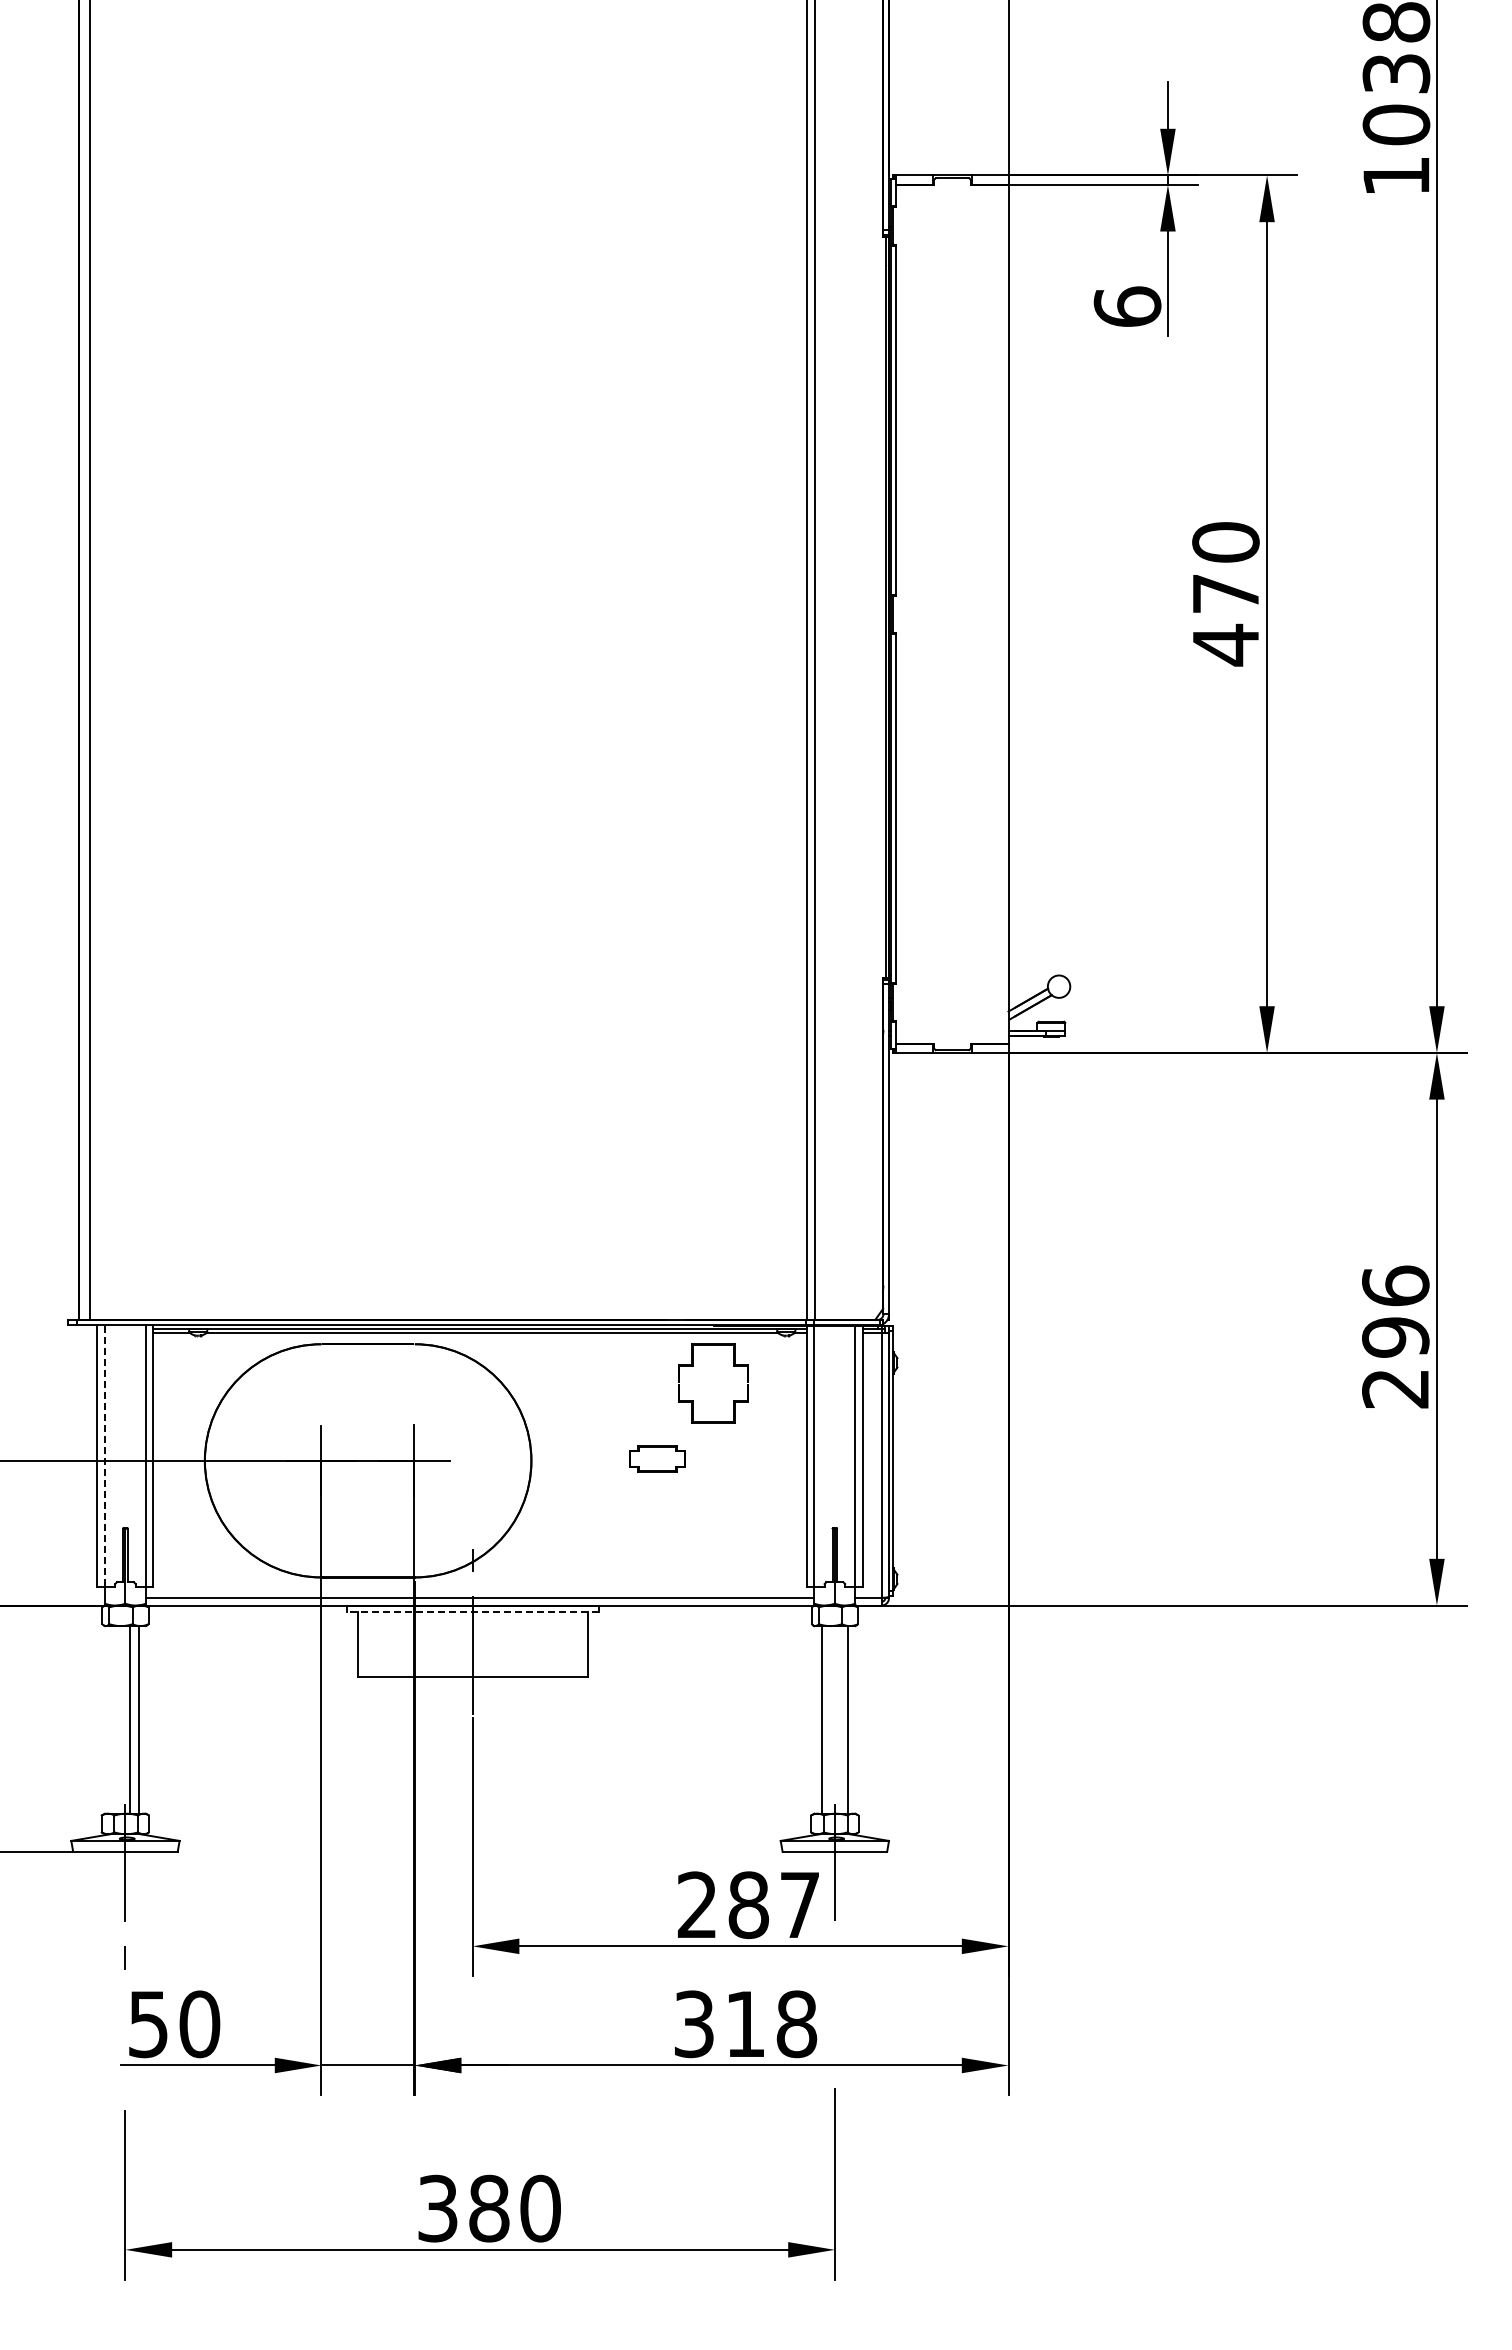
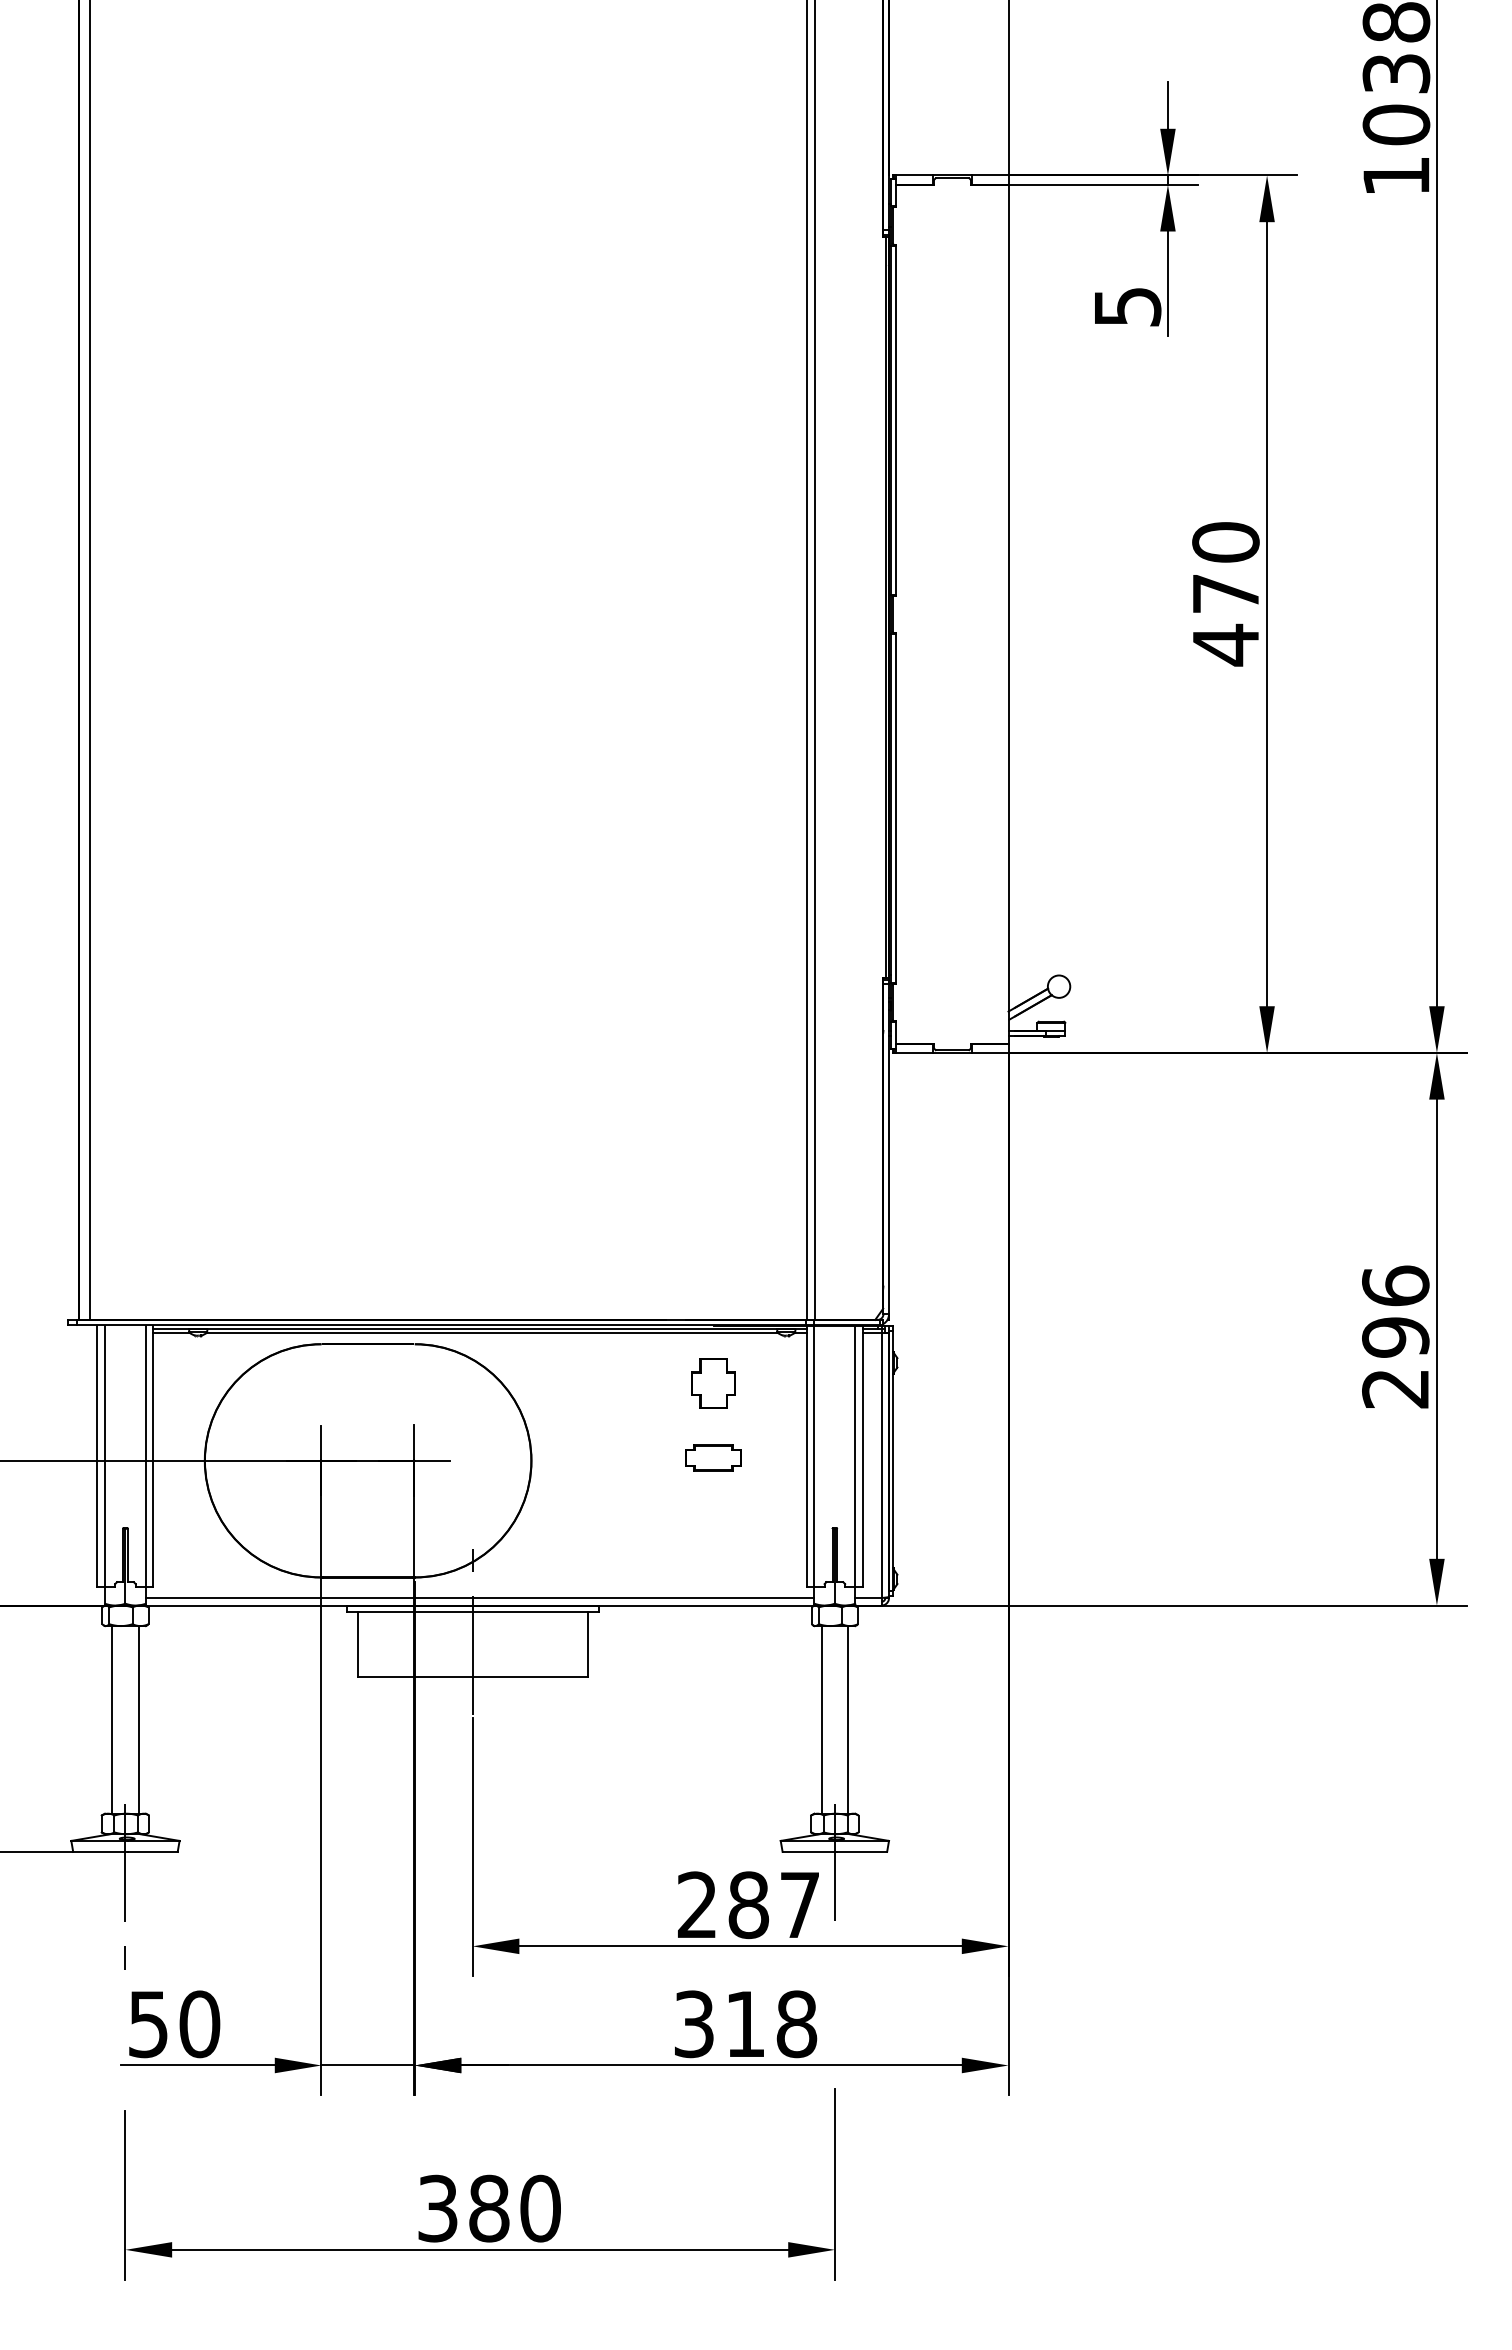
text at (1127, 306): 6 -> 5
part at (713, 1383) size: 71x81 px -> 45x51 px
line at (104, 1456): dashed -> solid
part at (657, 1458) position: (657, 1458) -> (713, 1457)
line at (472, 1612): dashed -> solid
line at (130, 1719) position: (130, 1719) -> (112, 1719)
